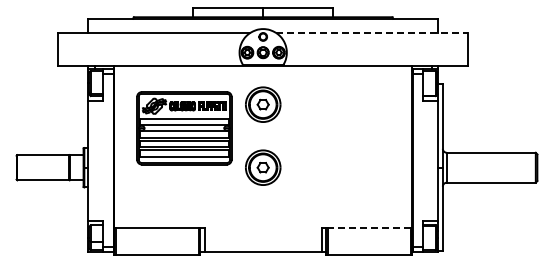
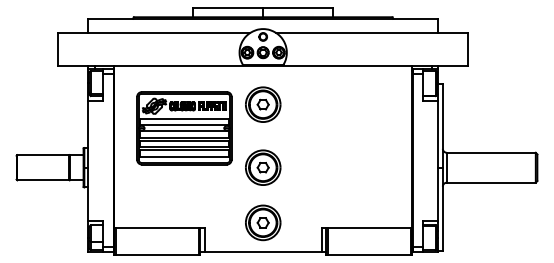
line at (372, 33): dashed -> solid
part at (263, 222): none -> present
line at (368, 228): dashed -> solid
